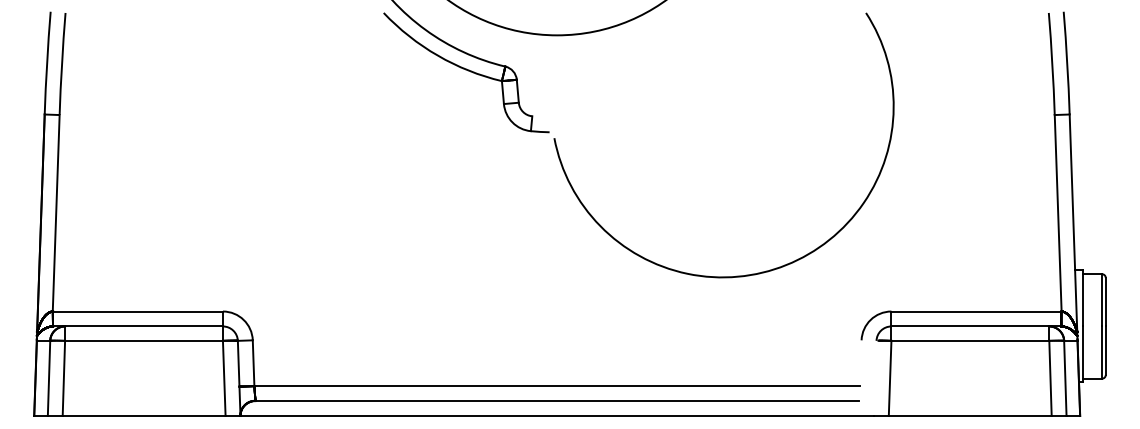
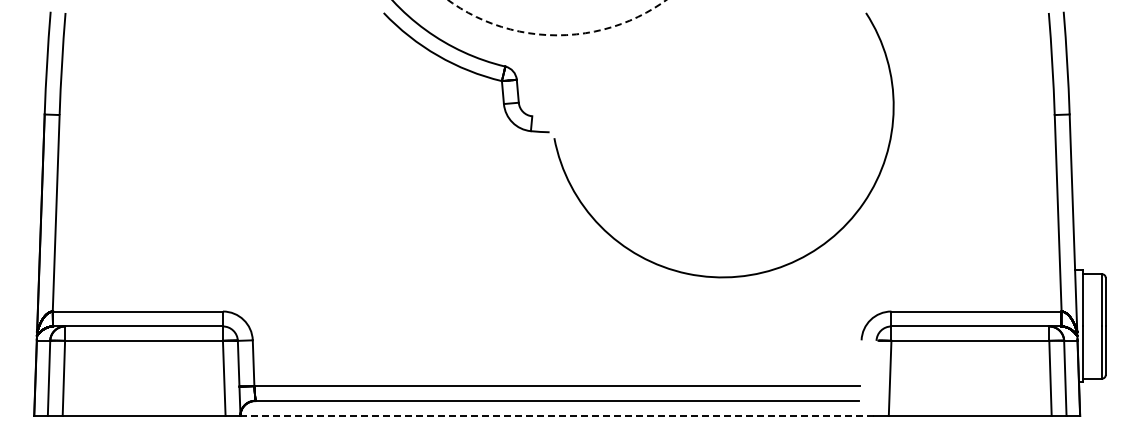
arc at (557, 35): solid -> dashed
line at (557, 416): solid -> dashed
